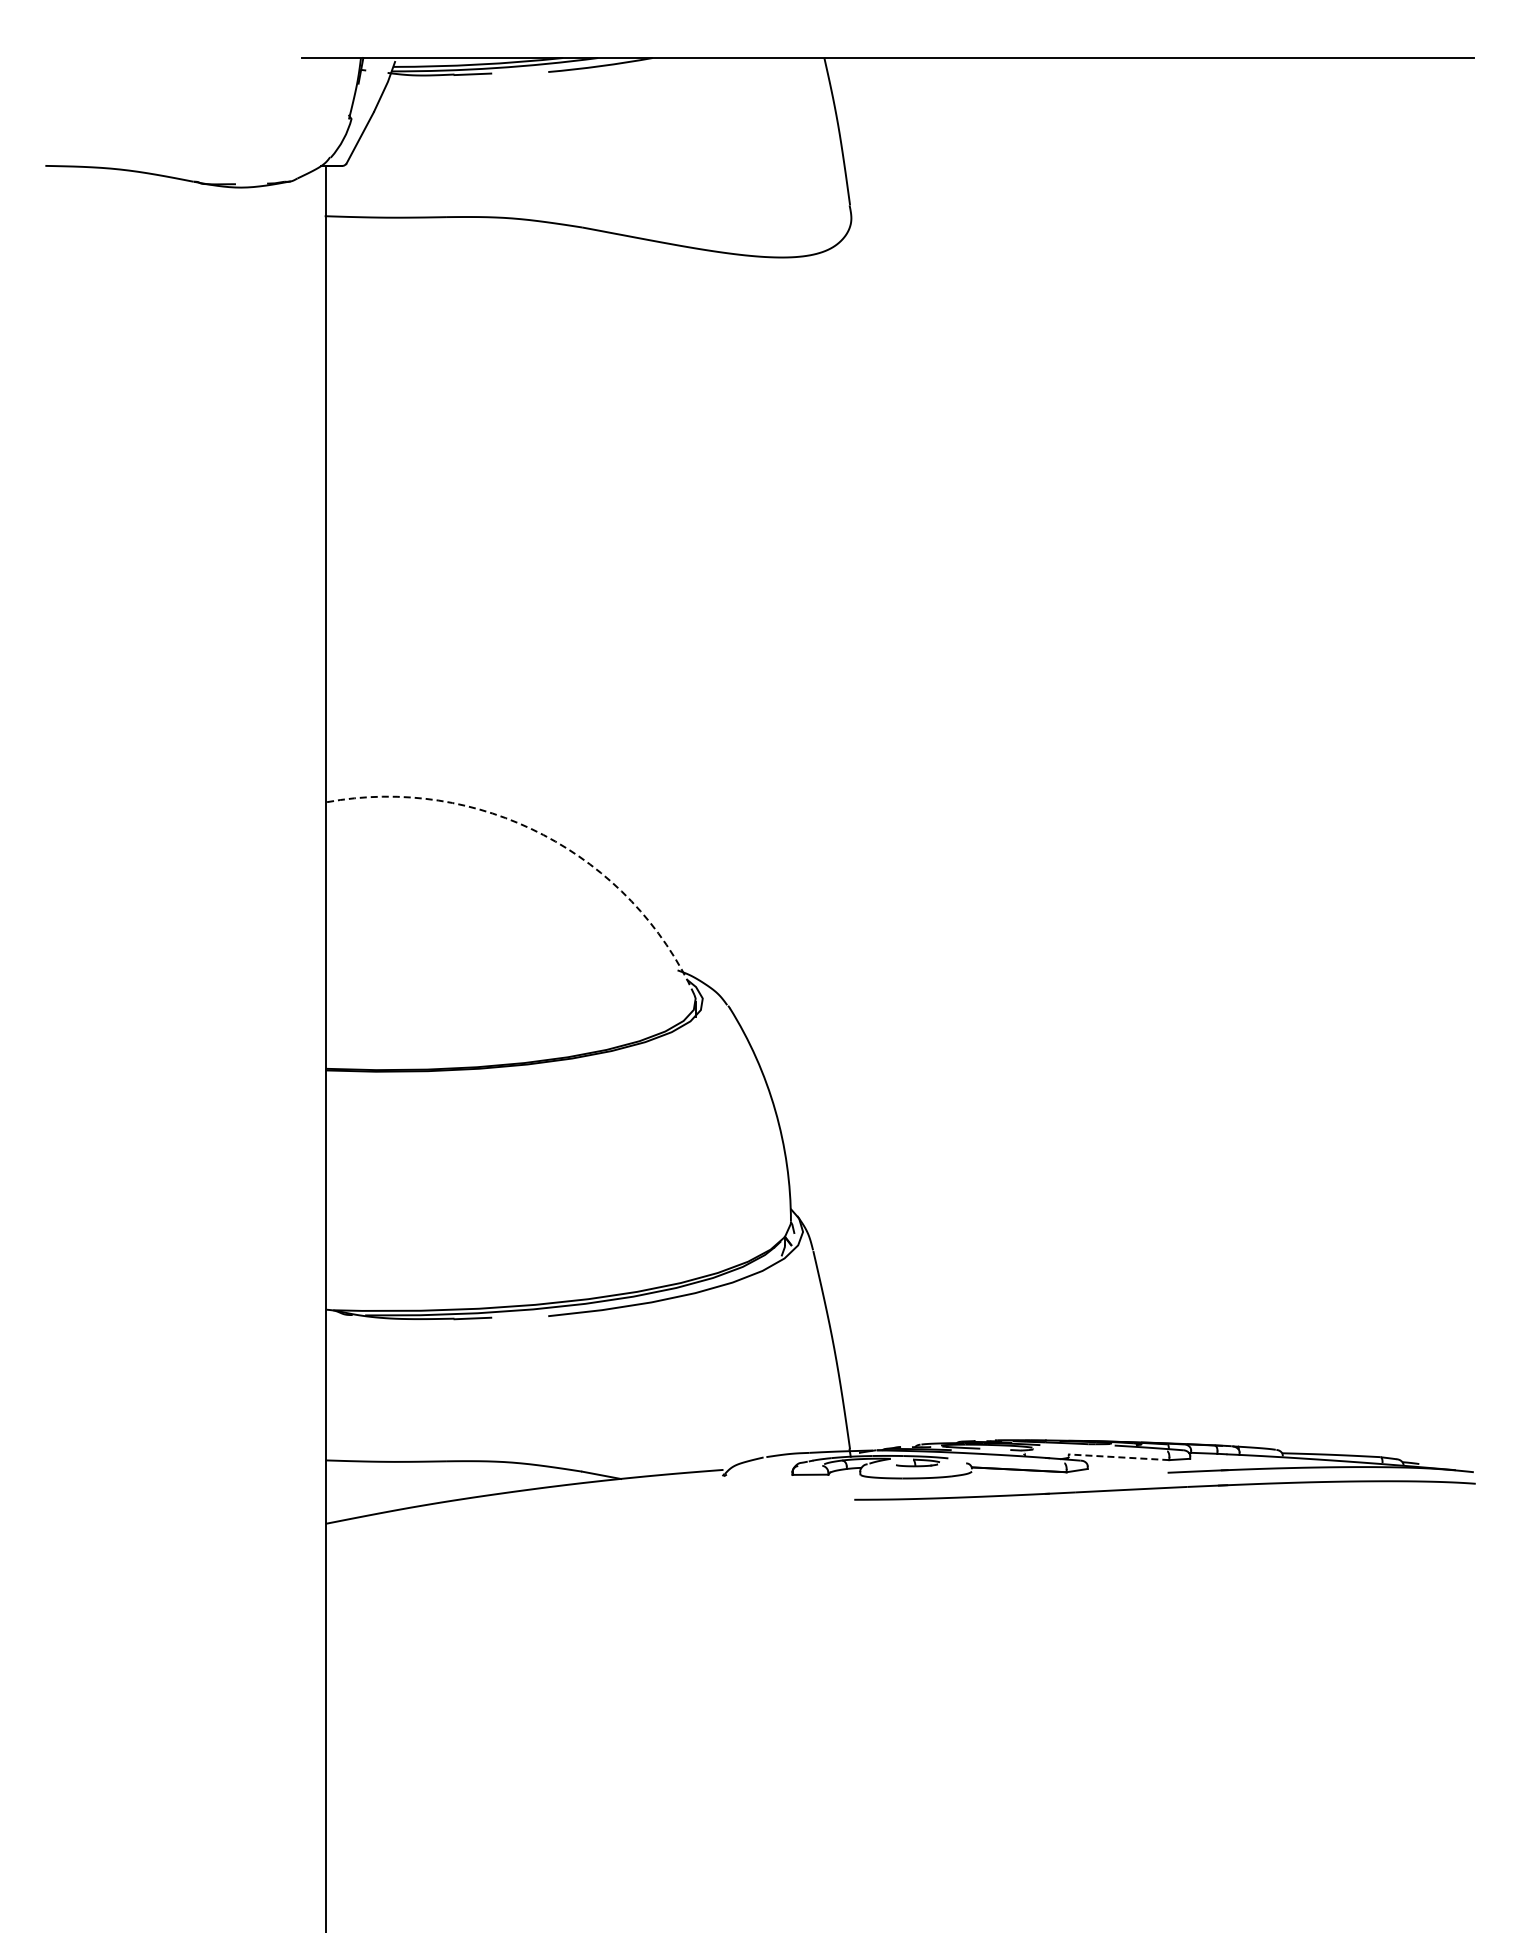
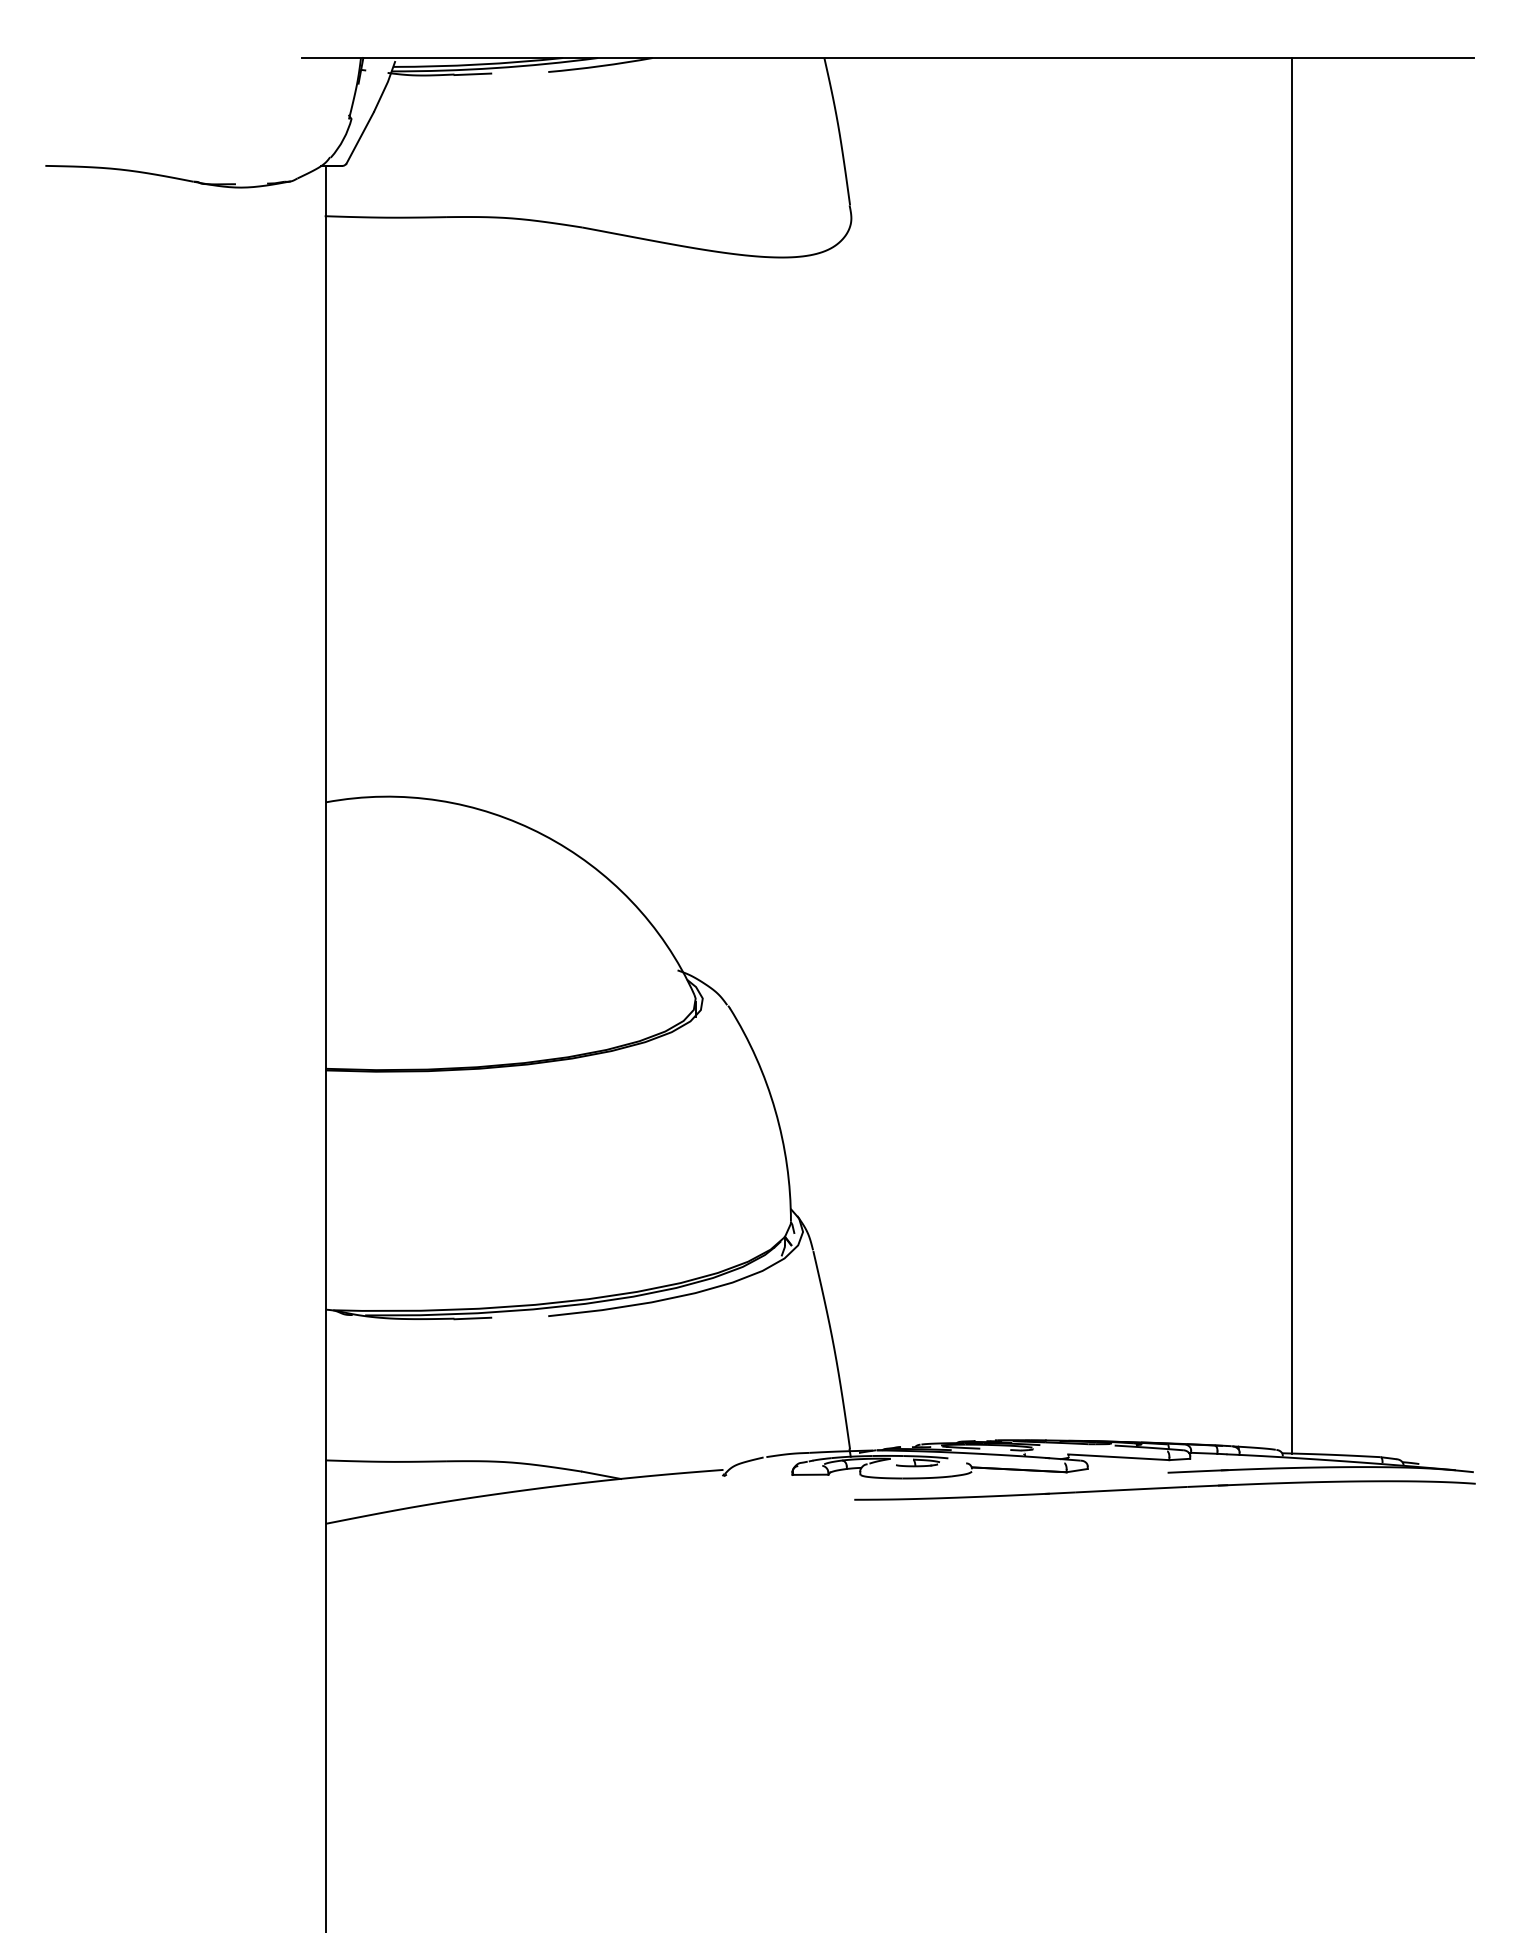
line at (1291, 755): none -> present
arc at (543, 834): dashed -> solid
line at (1118, 1457): dashed -> solid
